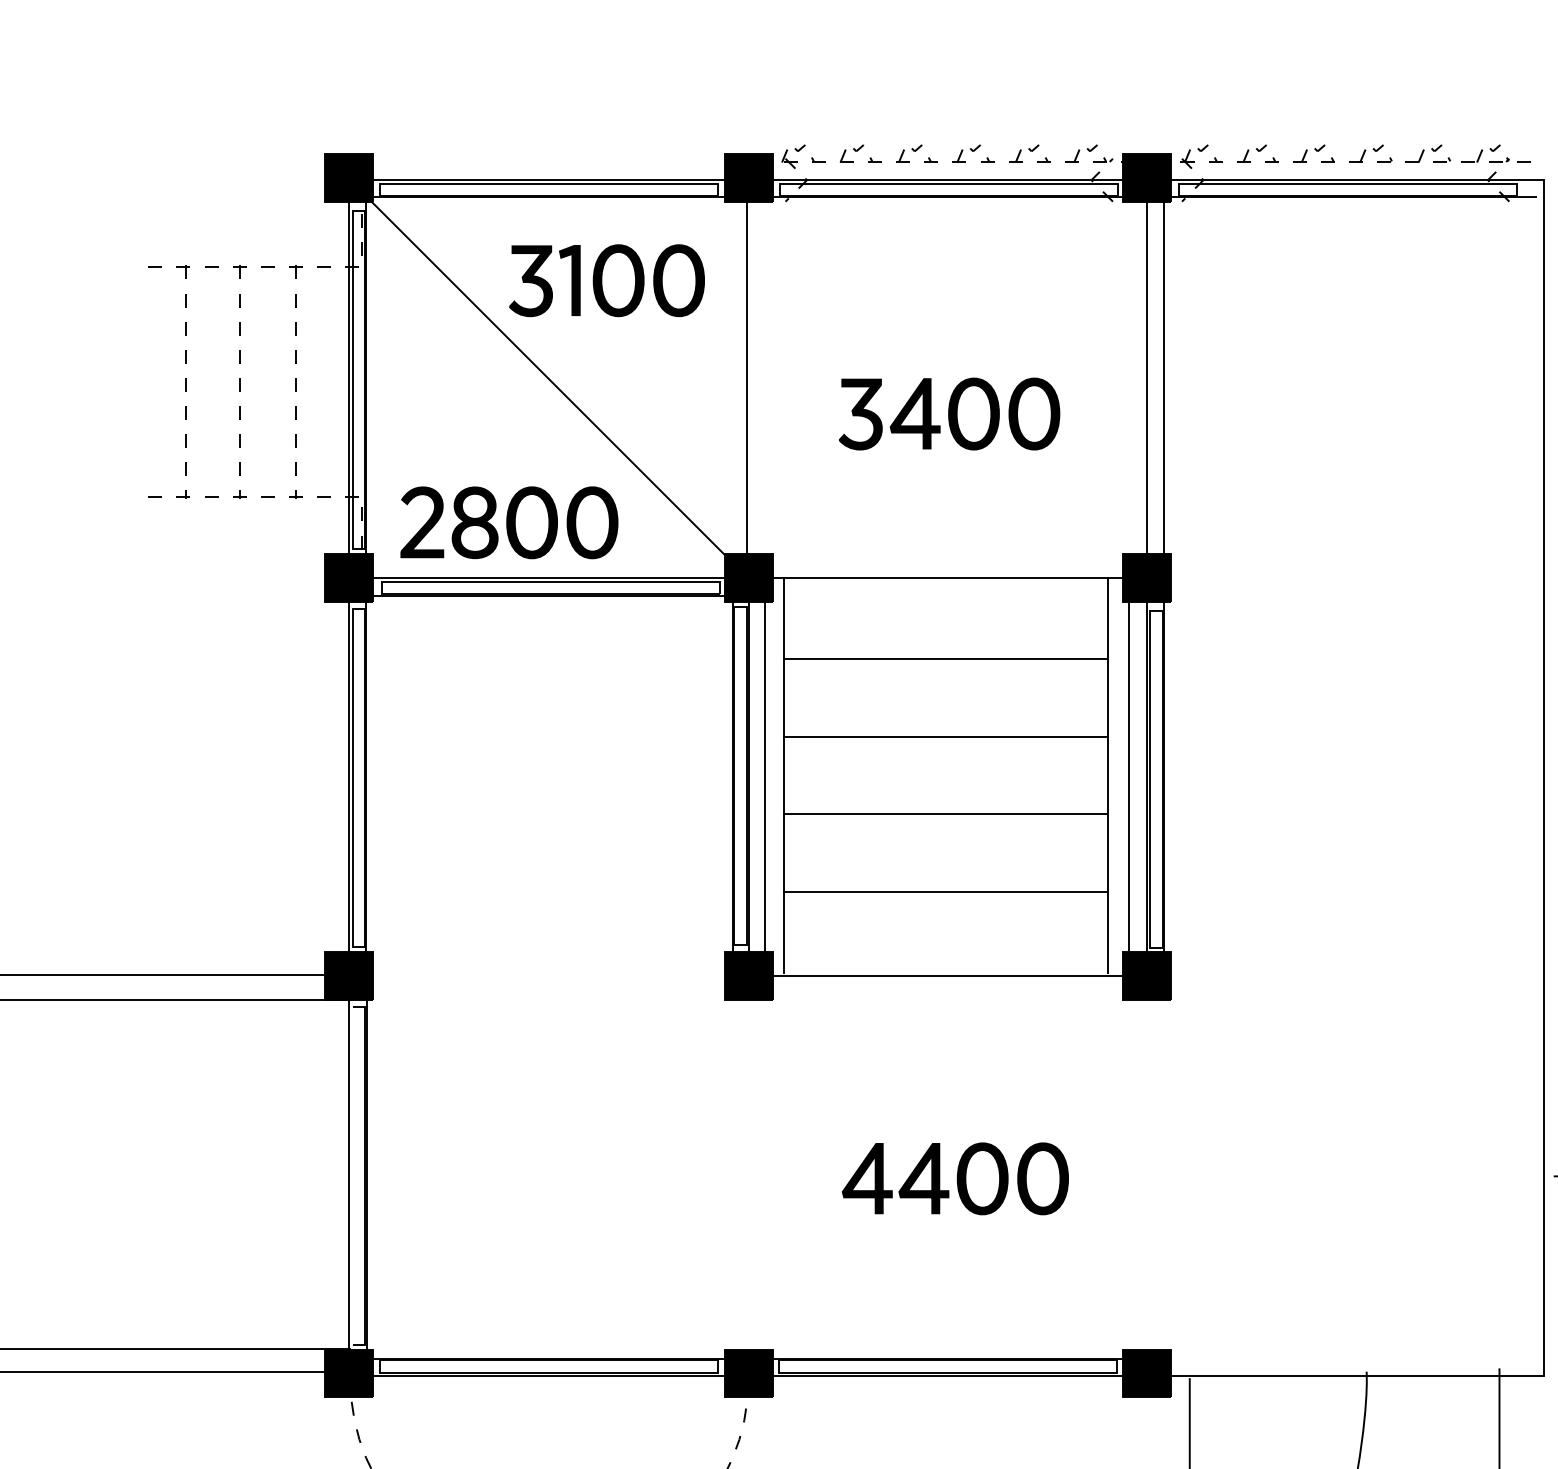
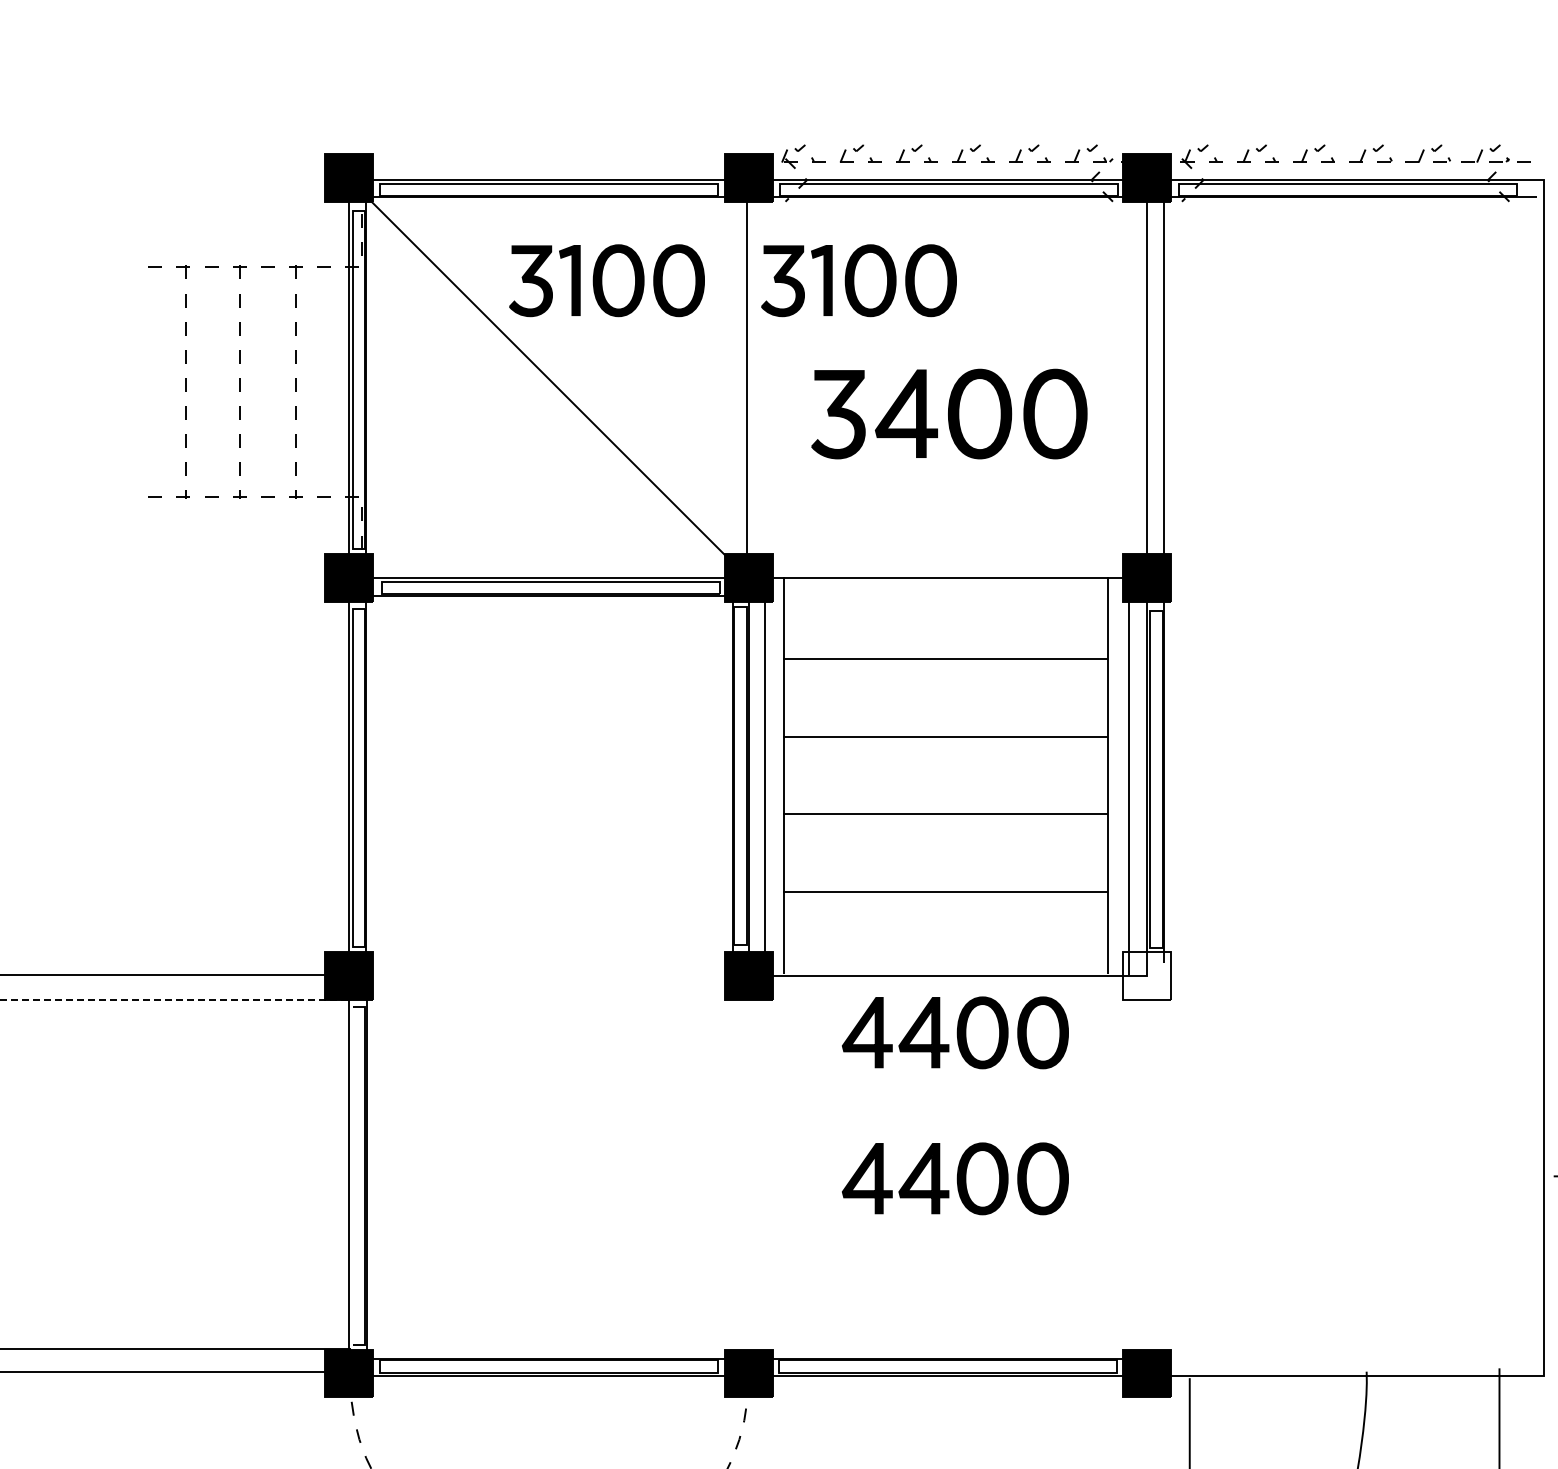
part at (858, 280): none -> present
part at (949, 413) size: 222x74 px -> 277x92 px
part at (509, 522): present -> none
fill at (1146, 975): present -> none
line at (175, 999): solid -> dashed
part at (955, 1032): none -> present
